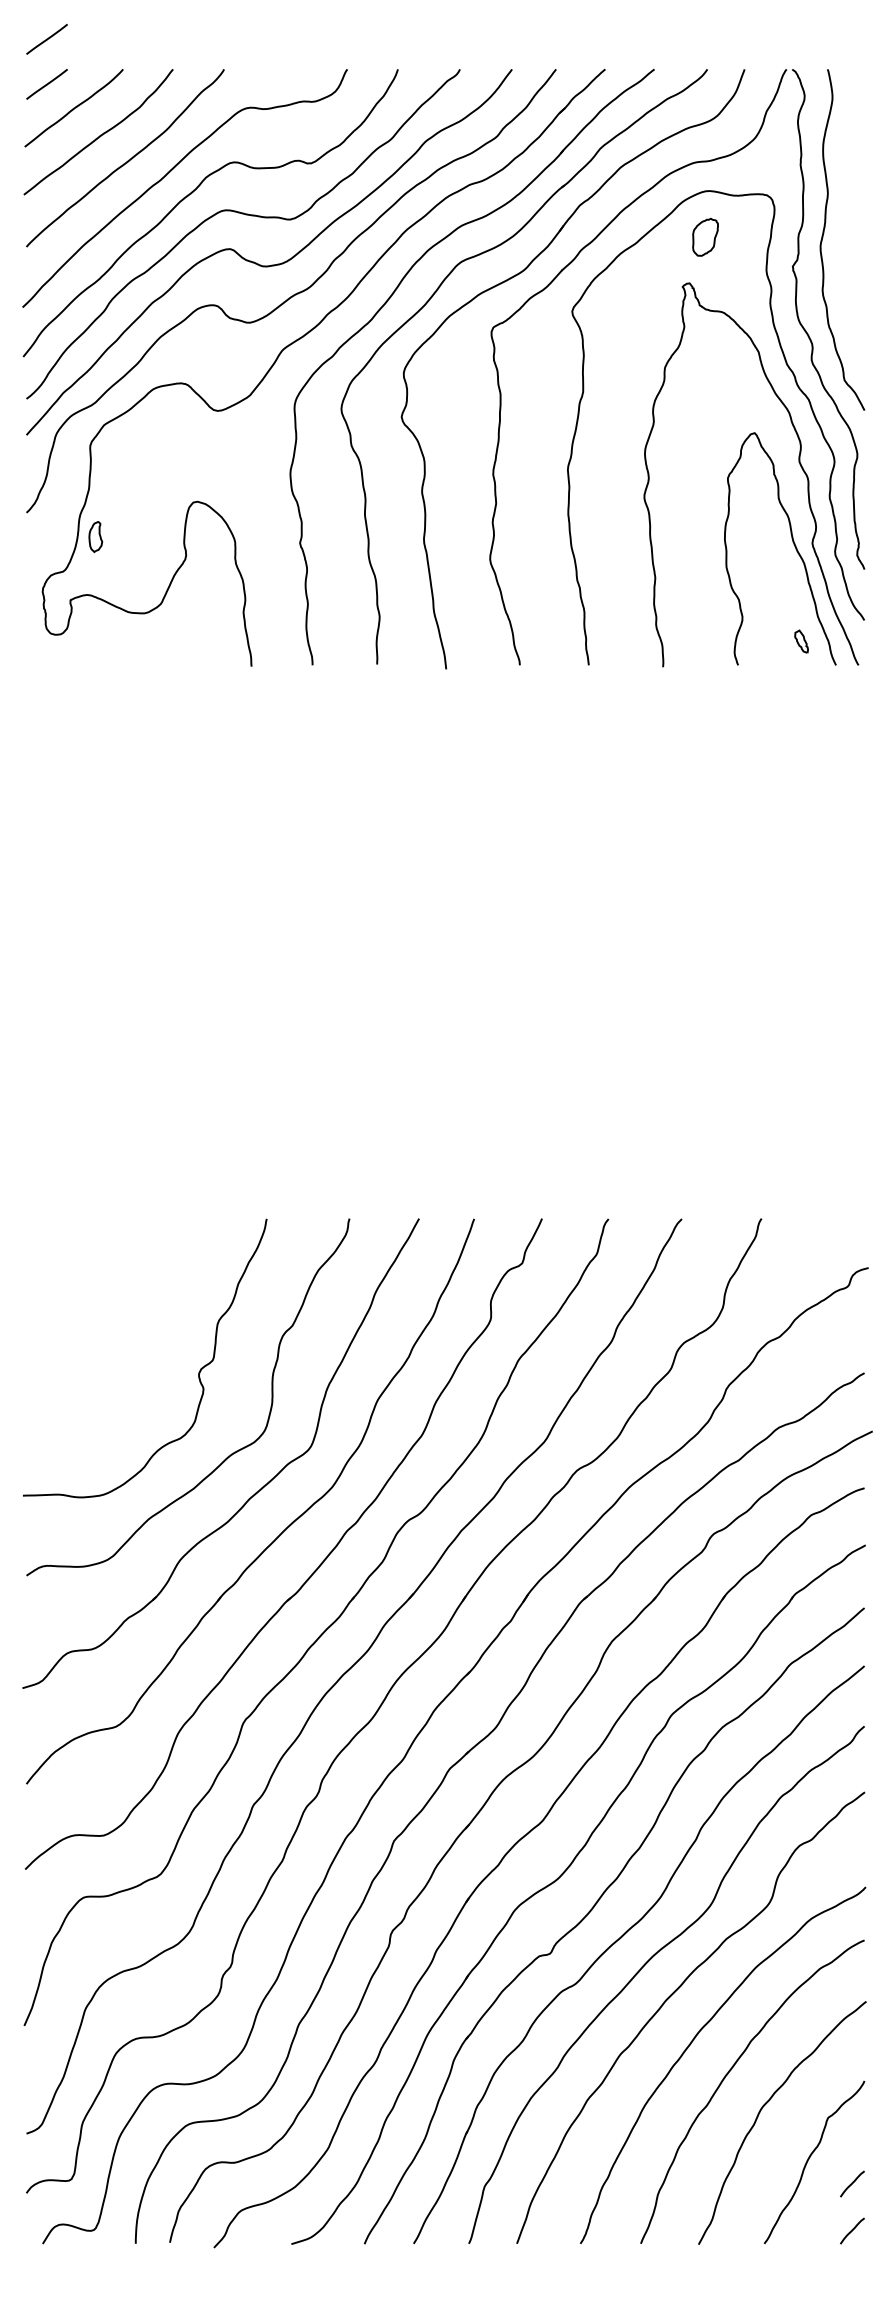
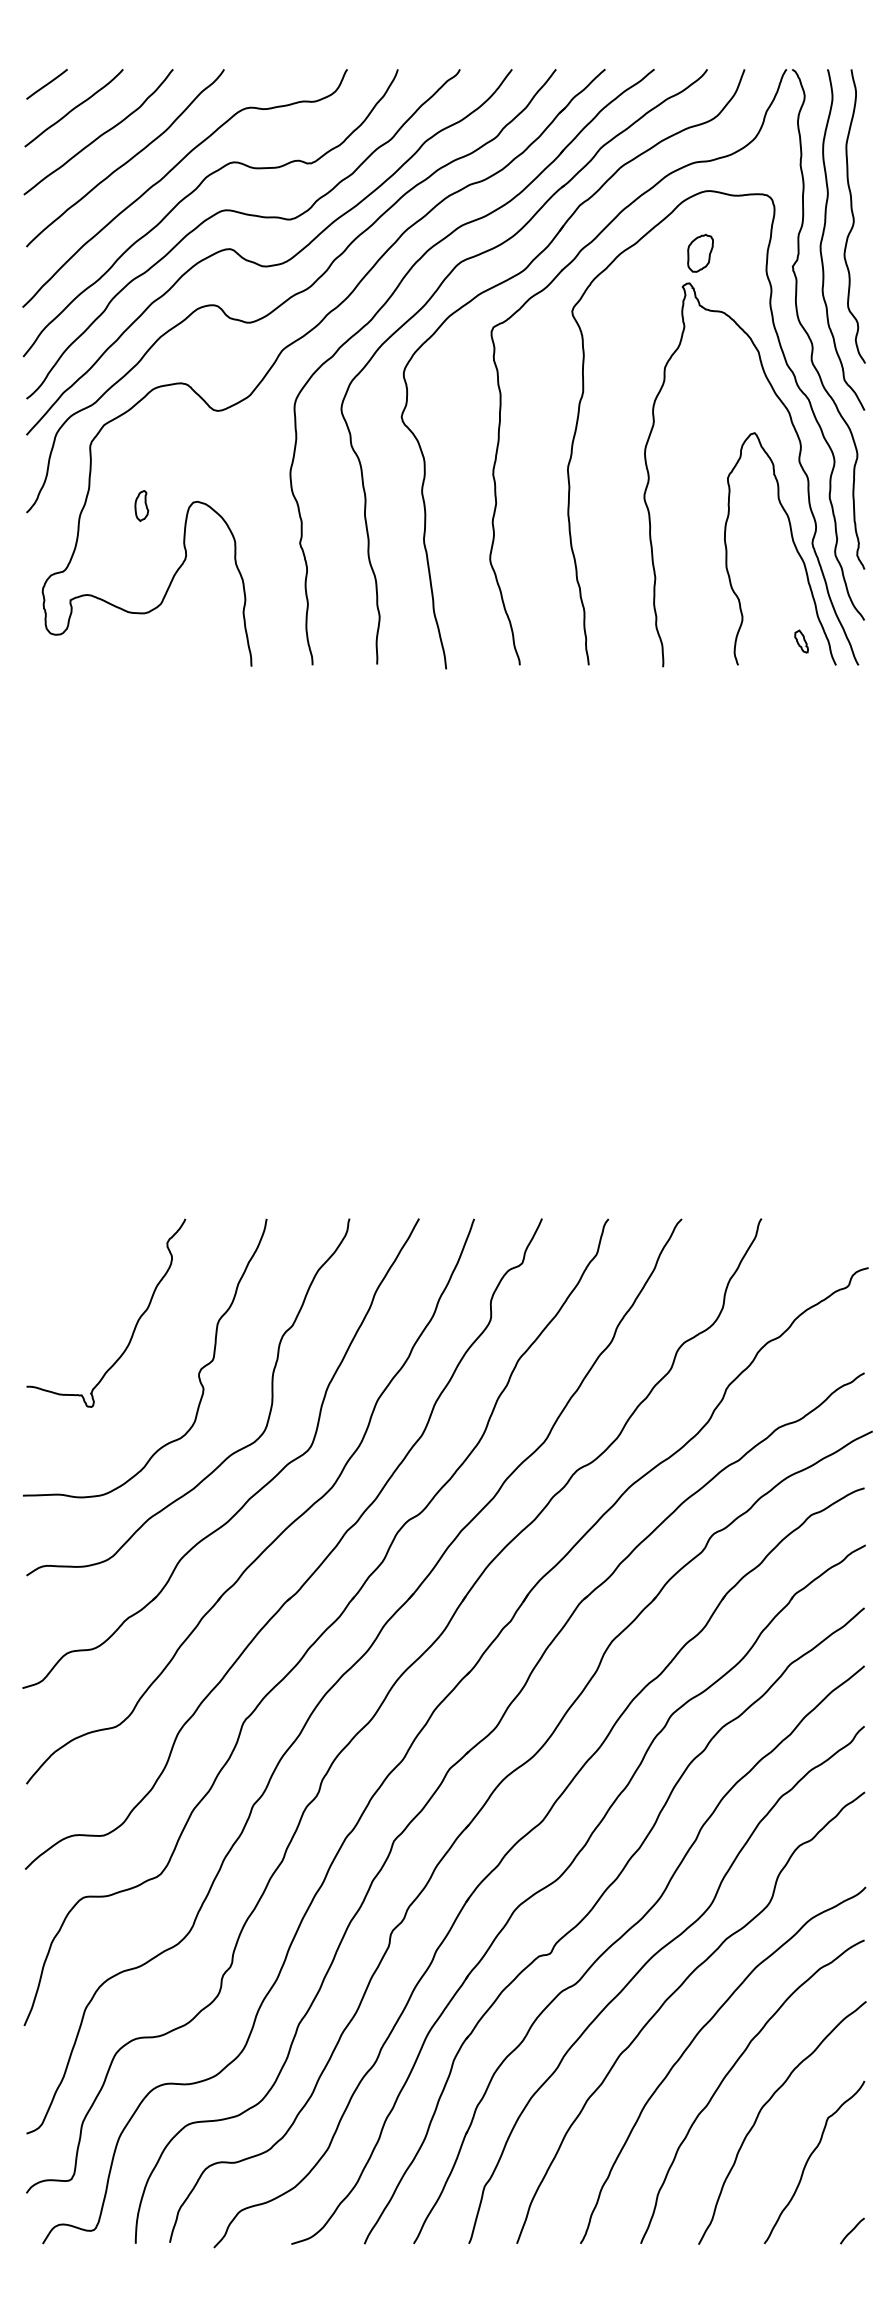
line at (46, 39): present -> none
curve at (854, 216): none -> present
part at (705, 237) position: (705, 237) -> (700, 253)
part at (95, 537) position: (95, 537) -> (141, 506)
curve at (134, 1326): none -> present
line at (852, 2183): present -> none
